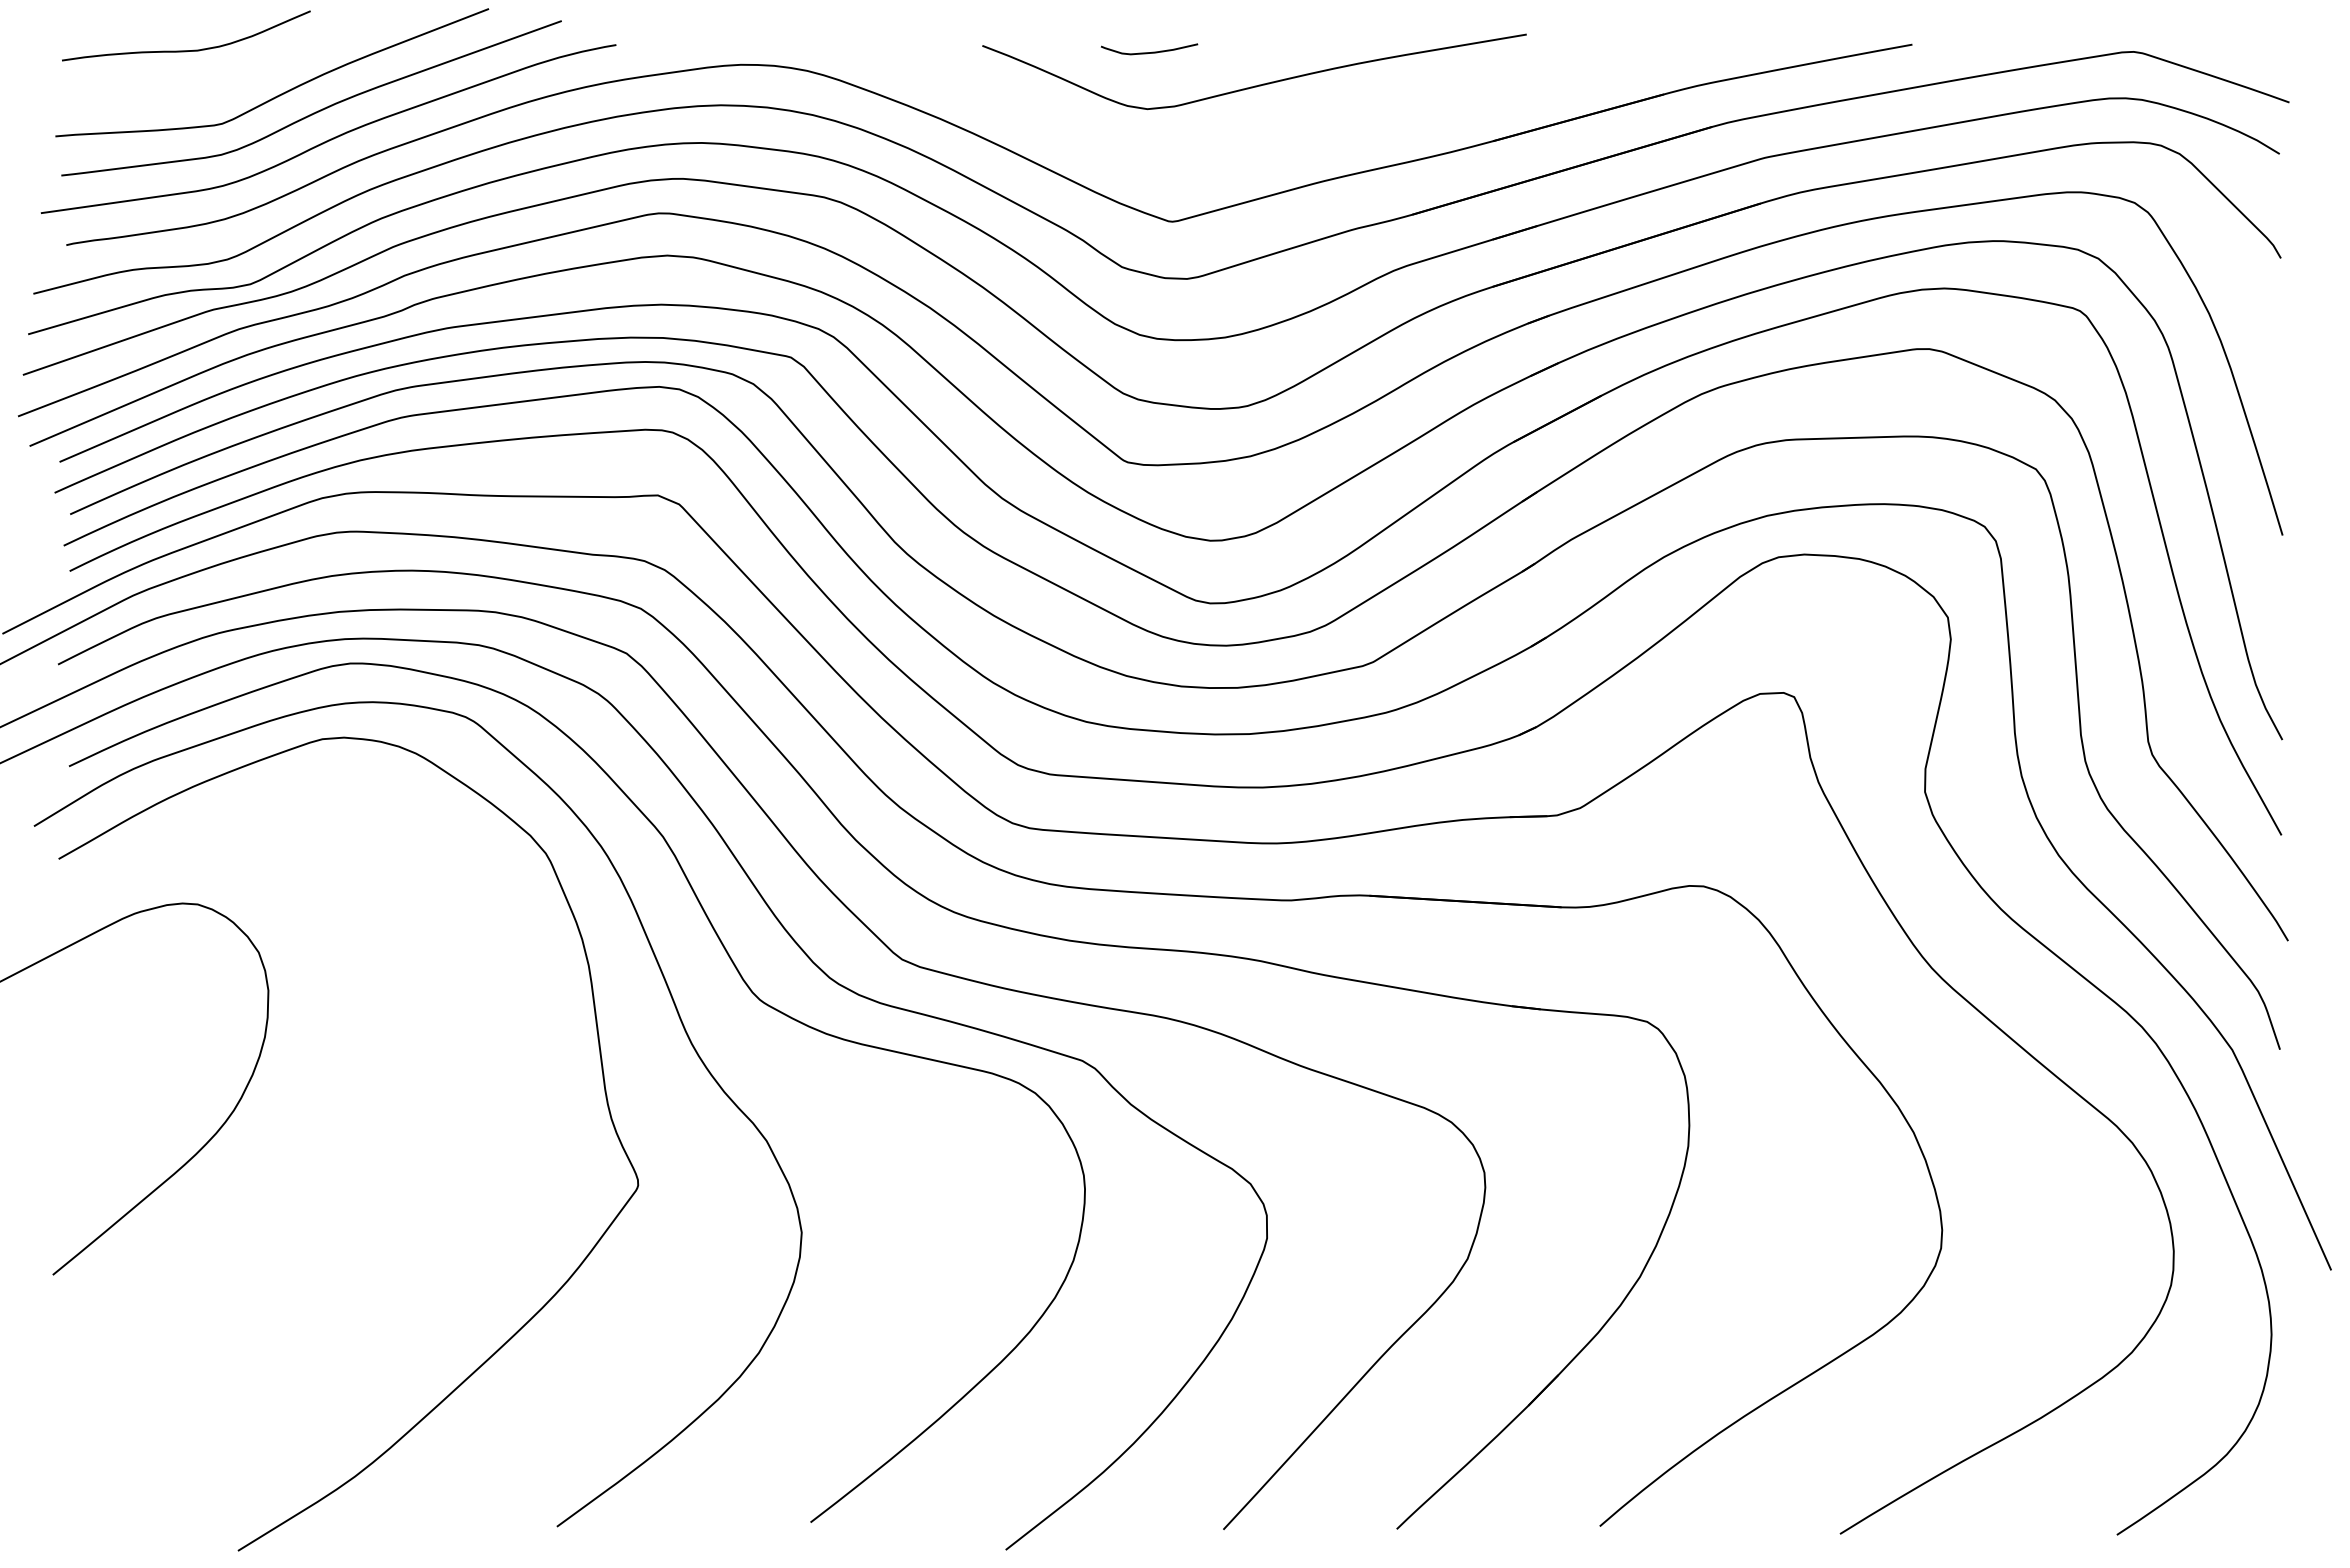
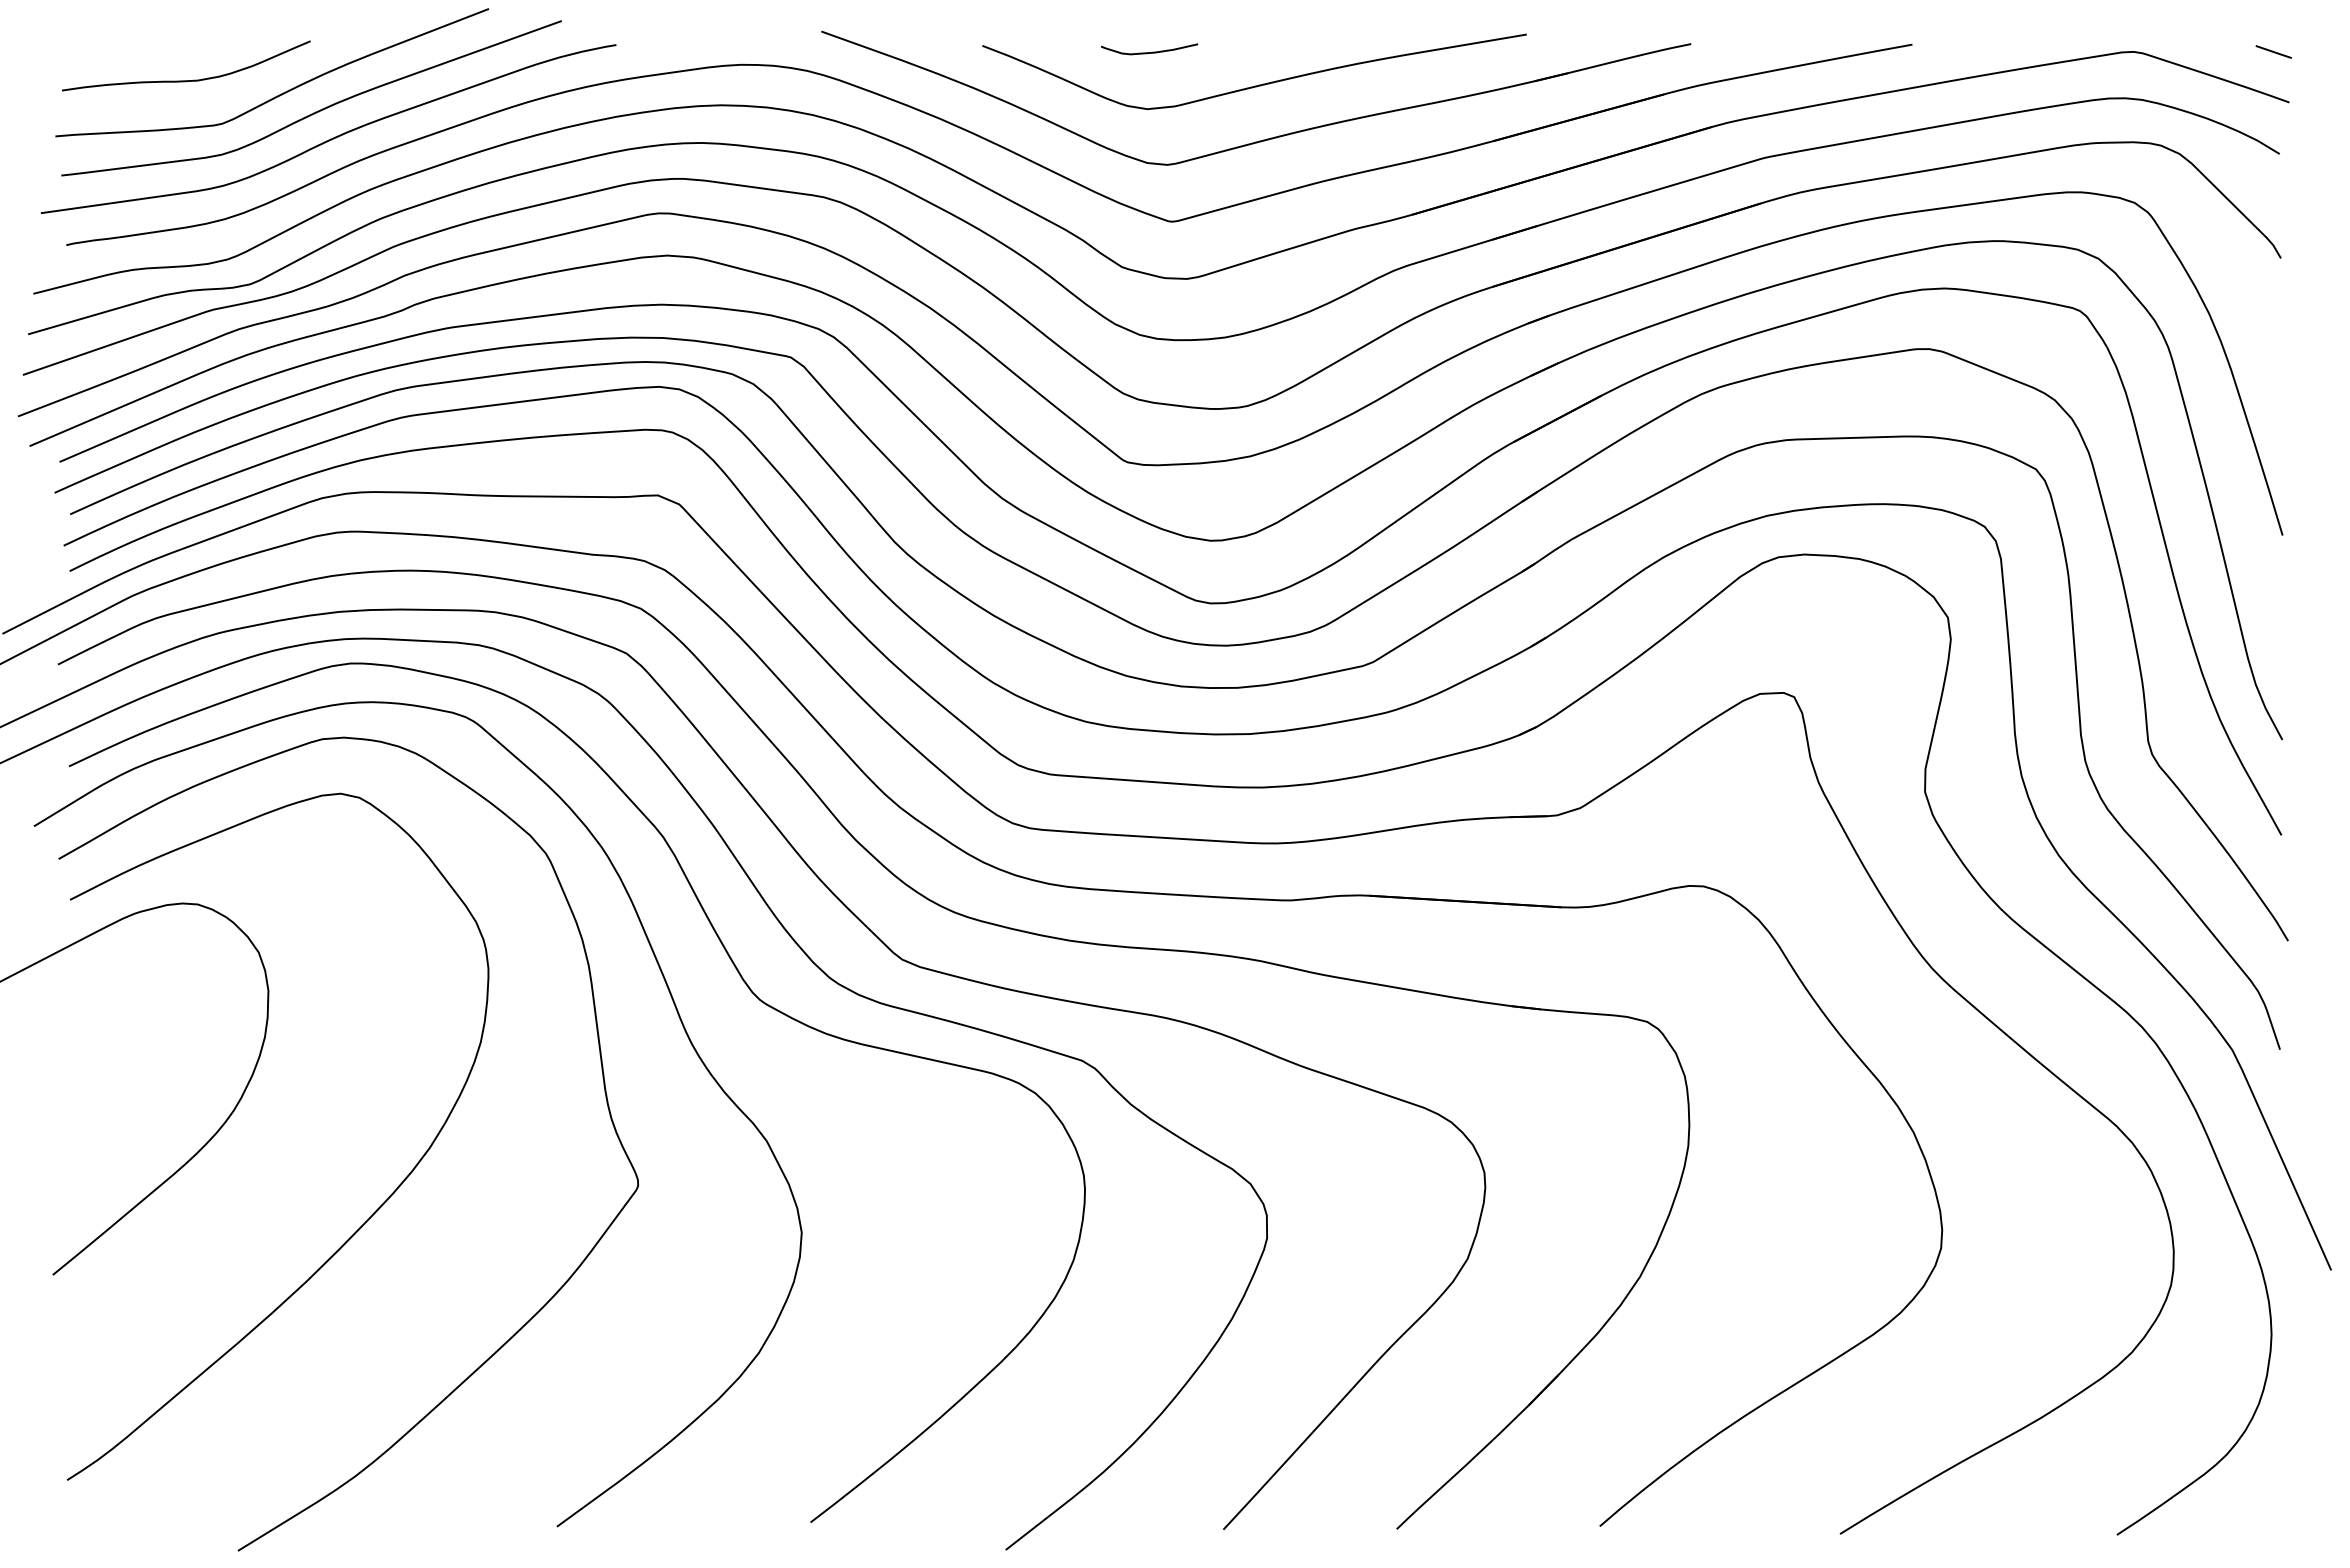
curve at (186, 50) position: (186, 50) -> (186, 80)
line at (2273, 51): none -> present
part at (1270, 137): none -> present
curve at (372, 1213): none -> present
